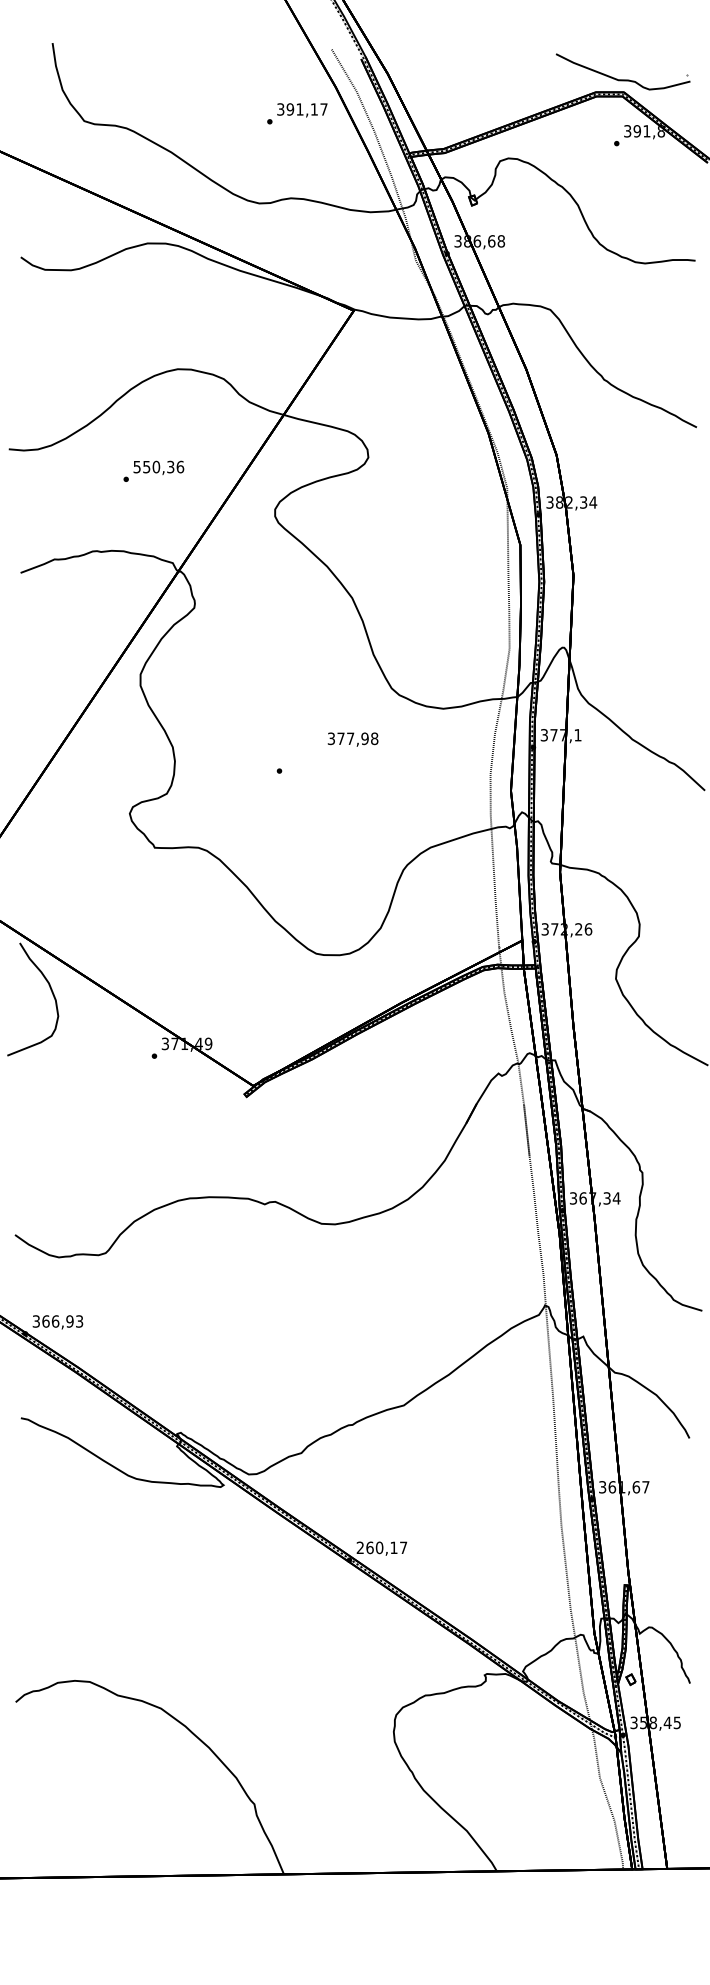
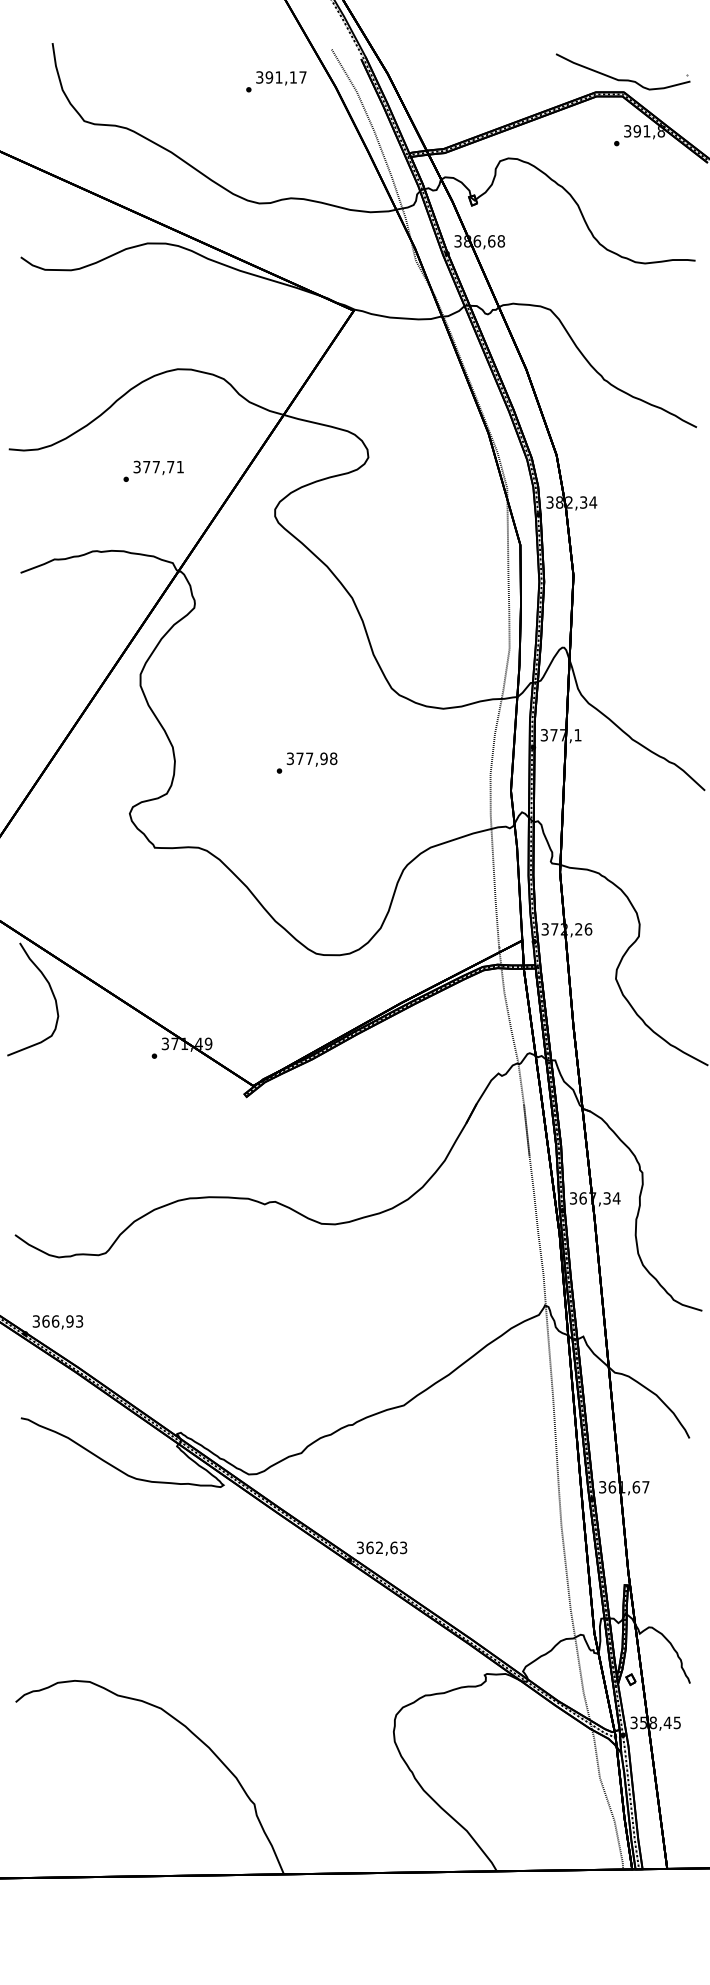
text at (297, 113) position: (297, 113) -> (276, 81)
text at (159, 466): 550,36 -> 377,71
text at (352, 739) position: (352, 739) -> (311, 759)
text at (381, 1547): 260,17 -> 362,63
